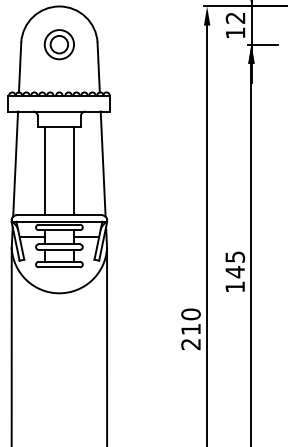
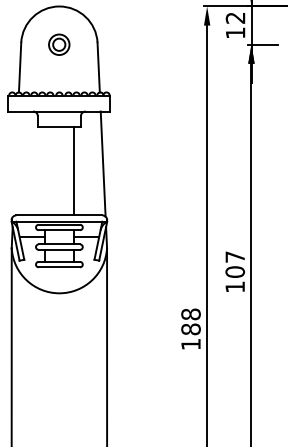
part at (58, 44) size: 32x32 px -> 23x23 px
line at (15, 163): present -> none
line at (45, 171): present -> none
text at (235, 264): 145 -> 107
text at (190, 329): 210 -> 188
